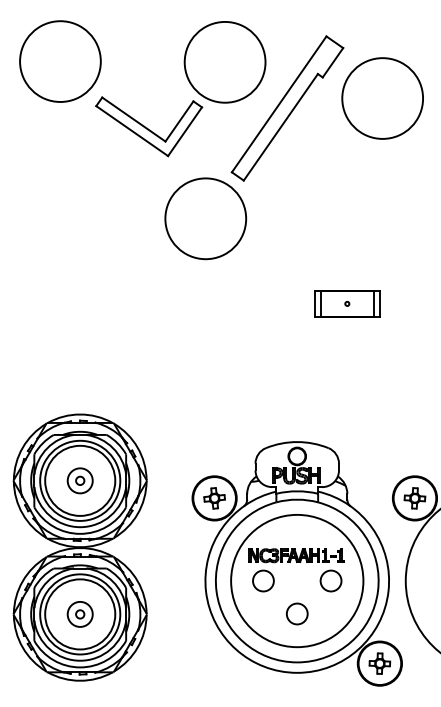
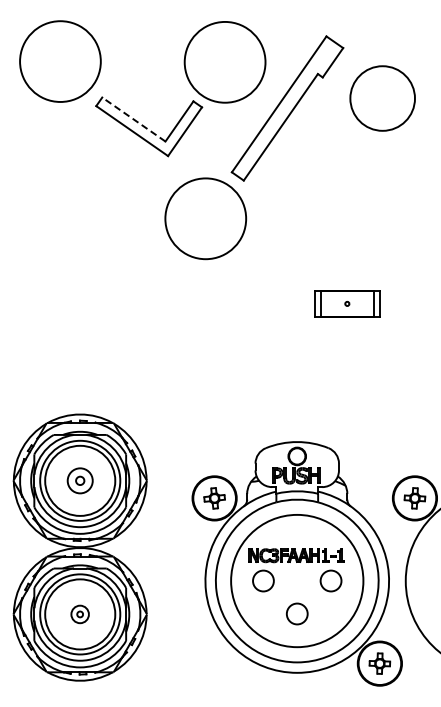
circle at (382, 98) diameter: 81 px -> 65 px
line at (133, 119): solid -> dashed
part at (79, 614) size: 28x27 px -> 20x21 px
